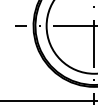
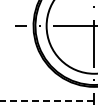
line at (48, 100): solid -> dashed
